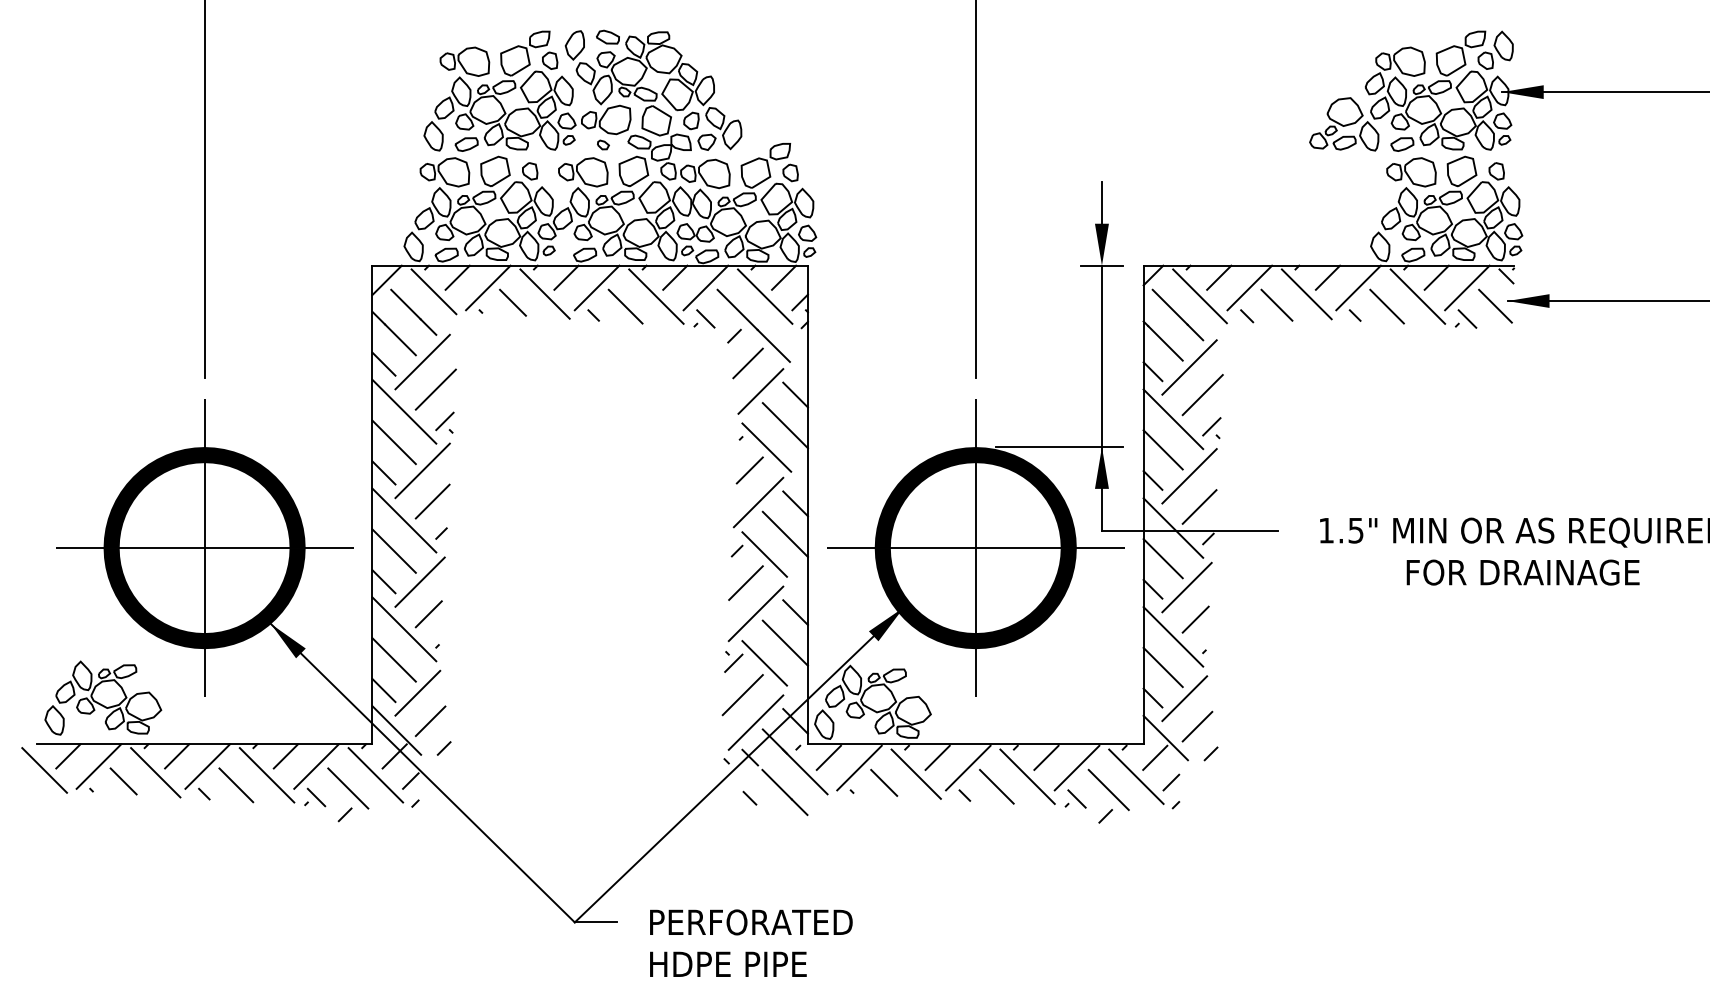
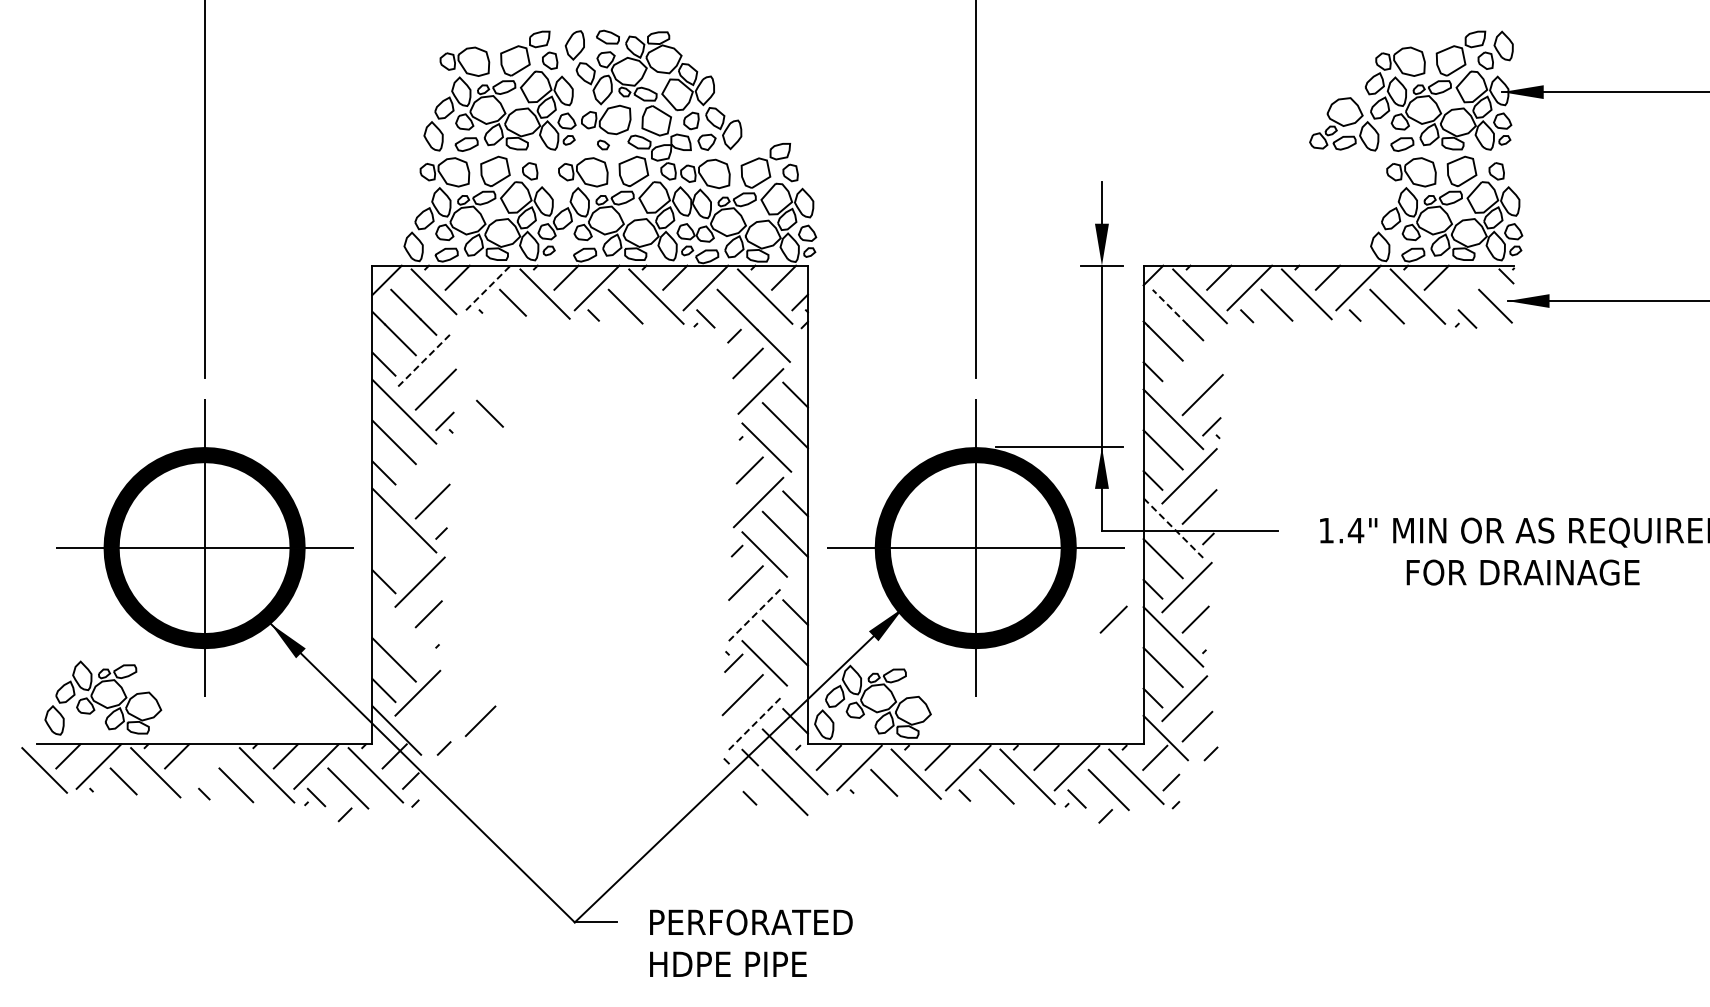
line at (488, 287): solid -> dashed
line at (1467, 287): present -> none
line at (1170, 307): solid -> dashed
line at (422, 362): solid -> dashed
line at (1189, 367): present -> none
line at (489, 413): none -> present
line at (422, 470): present -> none
line at (1173, 527): solid -> dashed
text at (1355, 530): 1.5" -> 1.4"
line at (393, 550): present -> none
line at (756, 613): solid -> dashed
line at (1113, 619): none -> present
line at (404, 629): present -> none
line at (430, 720) position: (430, 720) -> (480, 720)
line at (756, 722): solid -> dashed
line at (207, 766): present -> none
